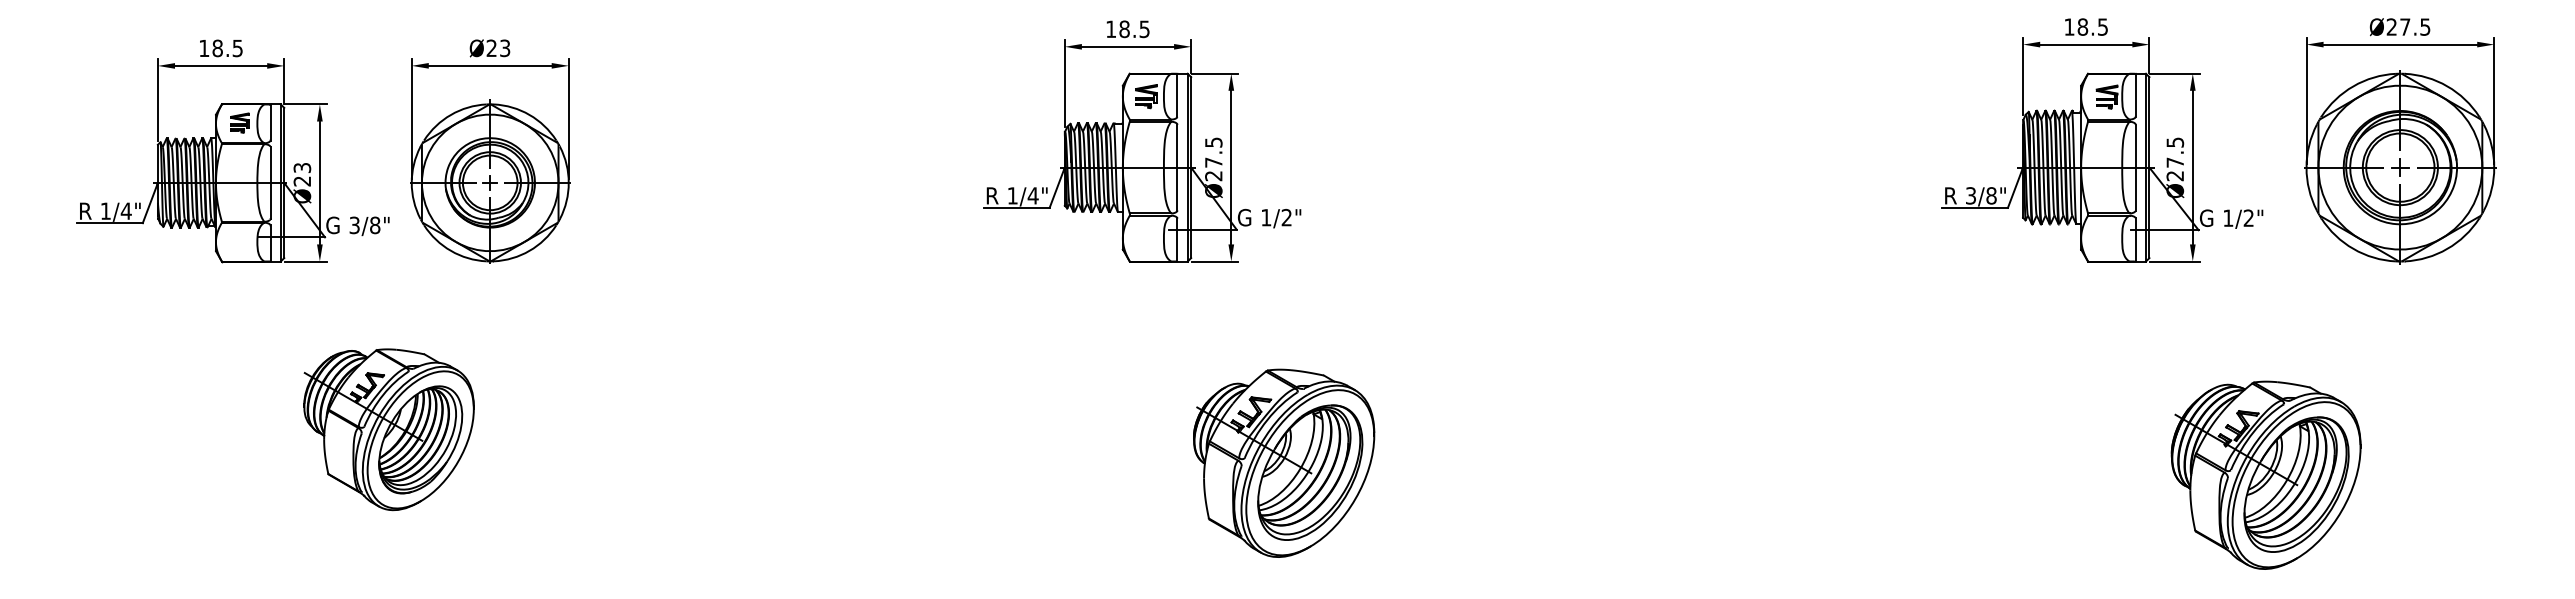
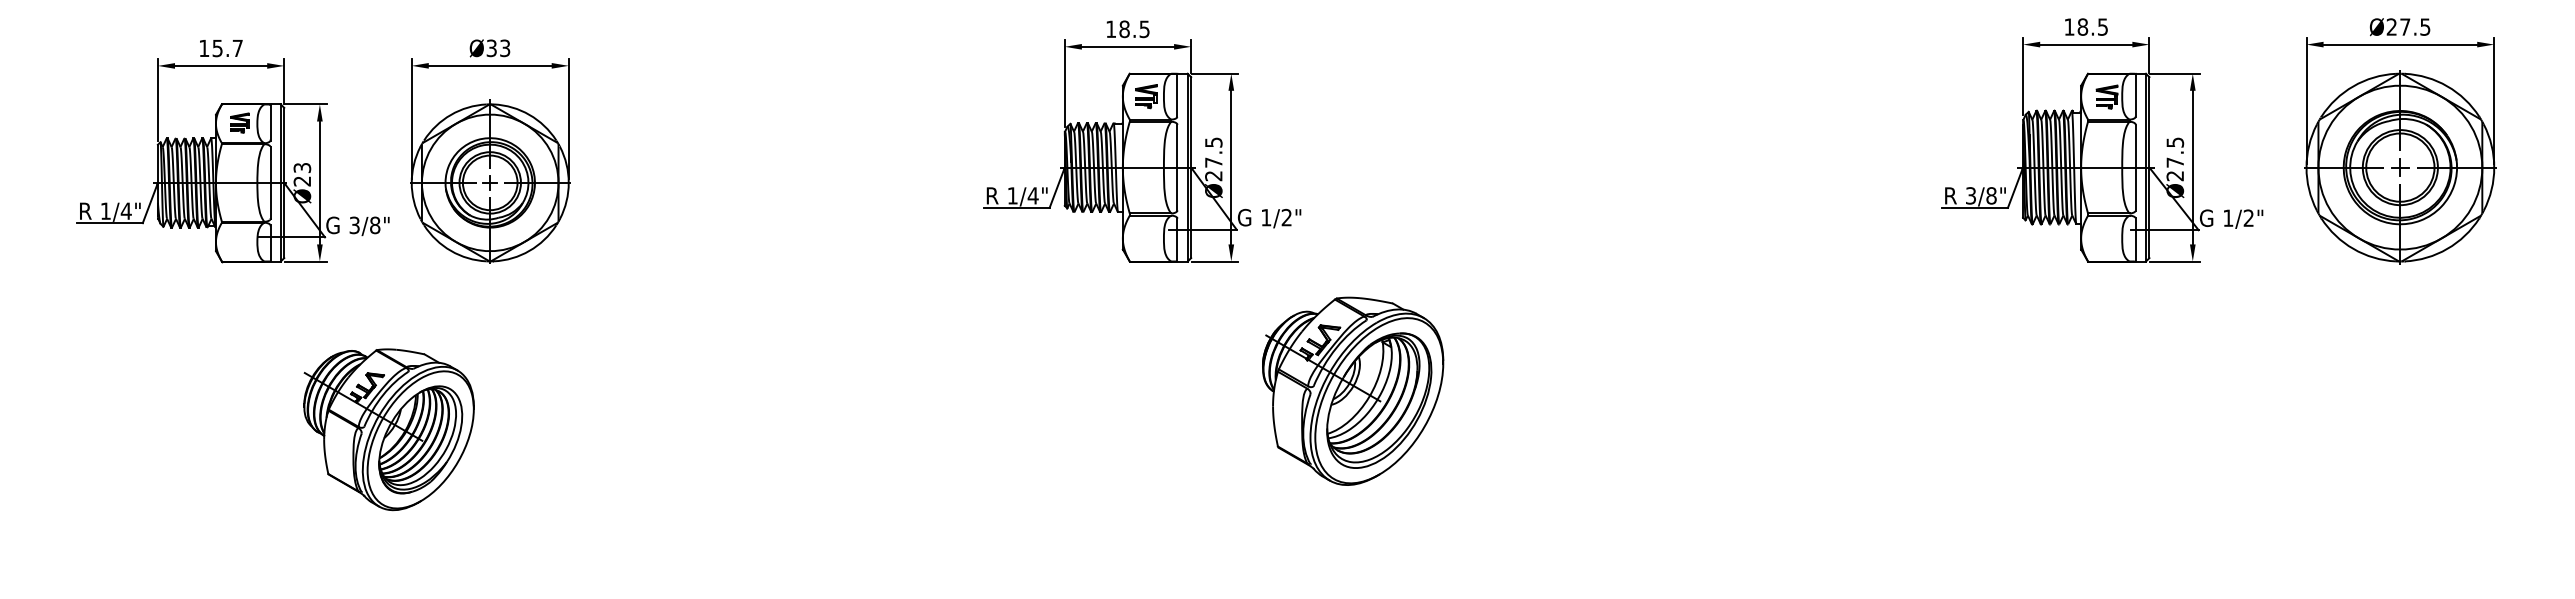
text at (227, 48): 18.5 -> 15.7
text at (491, 48): Ø23 -> Ø33
part at (1284, 462) position: (1284, 462) -> (1353, 390)
part at (2265, 474): present -> none
